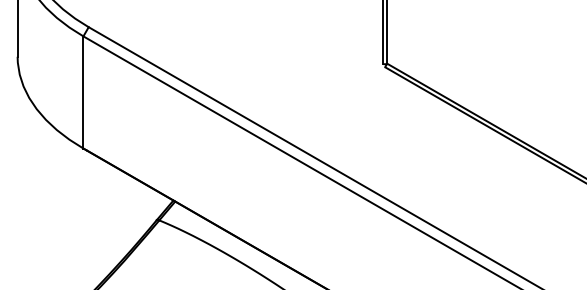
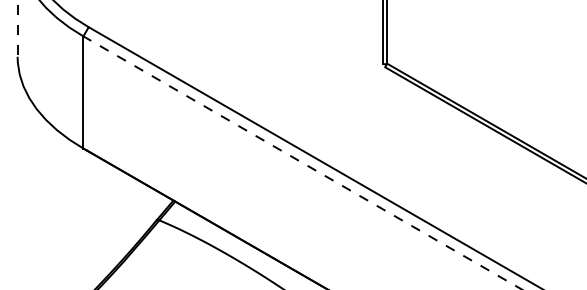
line at (17, 29): solid -> dashed
line at (302, 162): solid -> dashed
